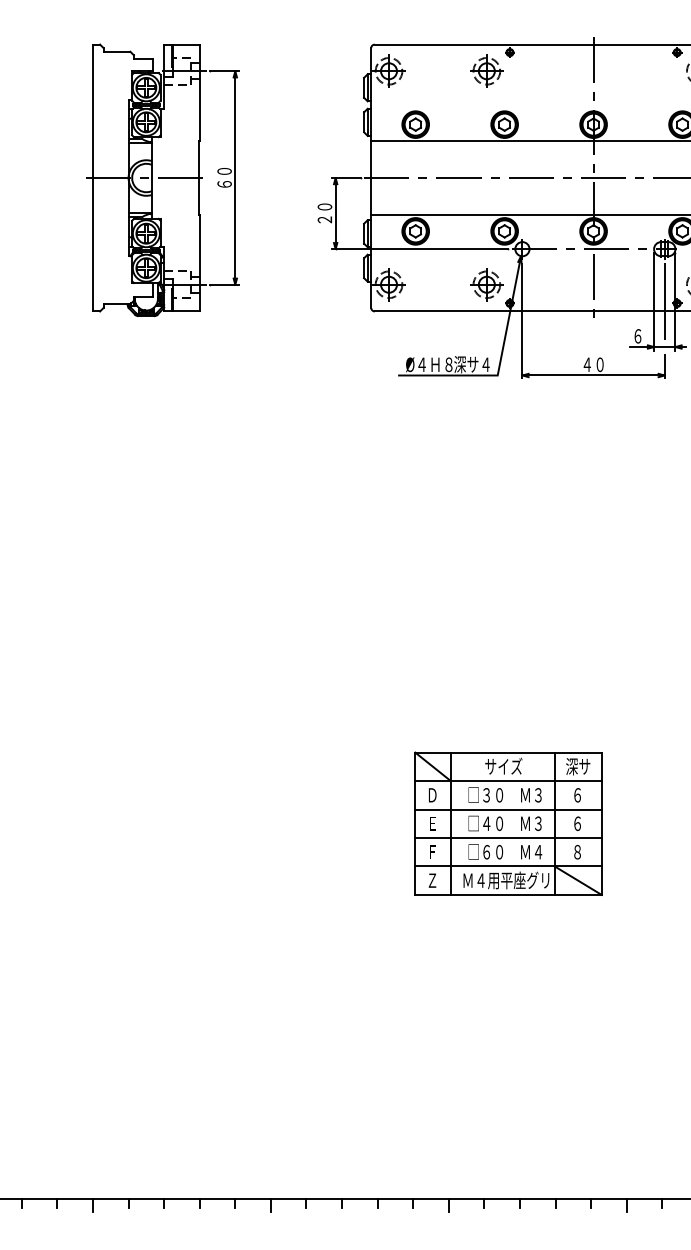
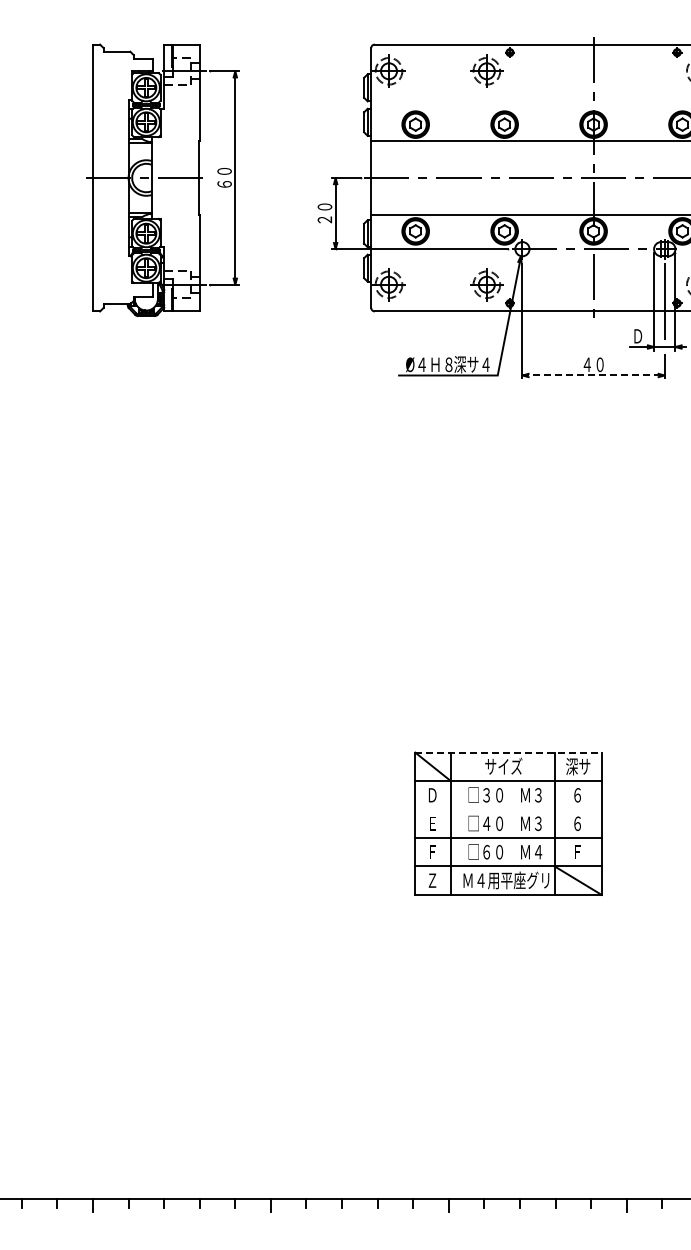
text at (638, 336): ６ -> Ｄ
line at (594, 375): solid -> dashed
line at (509, 752): solid -> dashed
line at (508, 809): present -> none
text at (577, 851): ８ -> Ｆ
